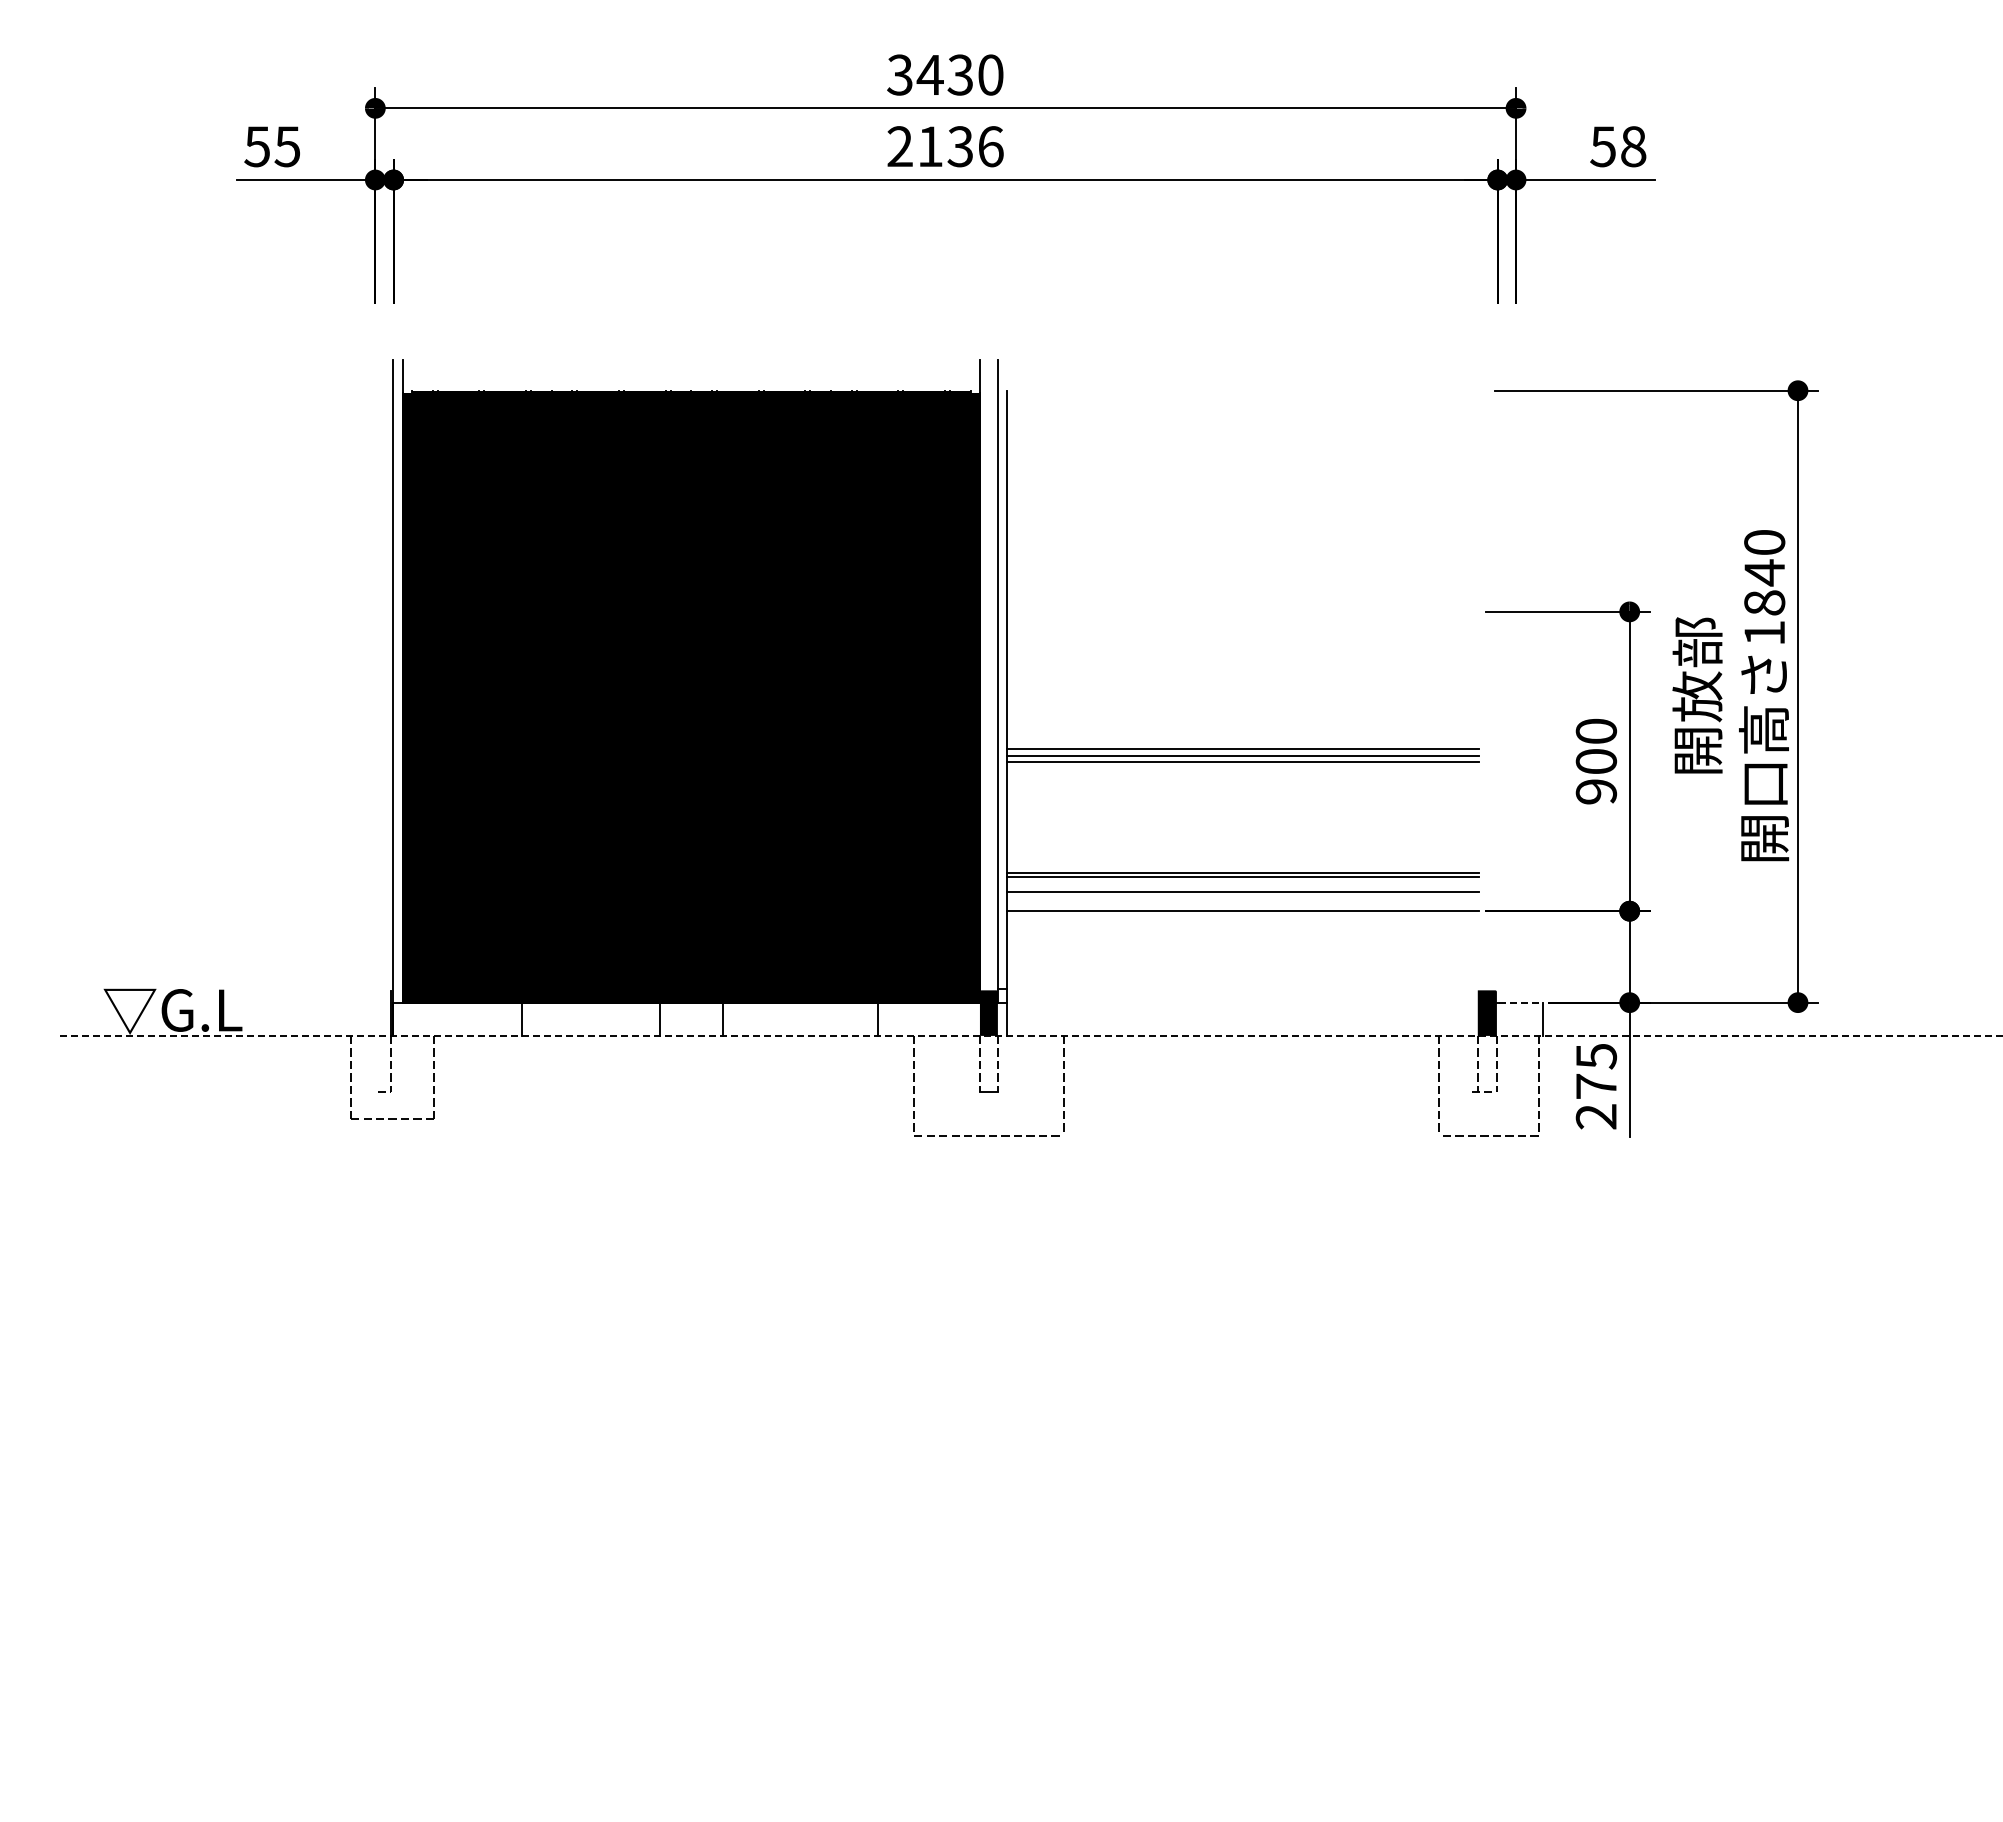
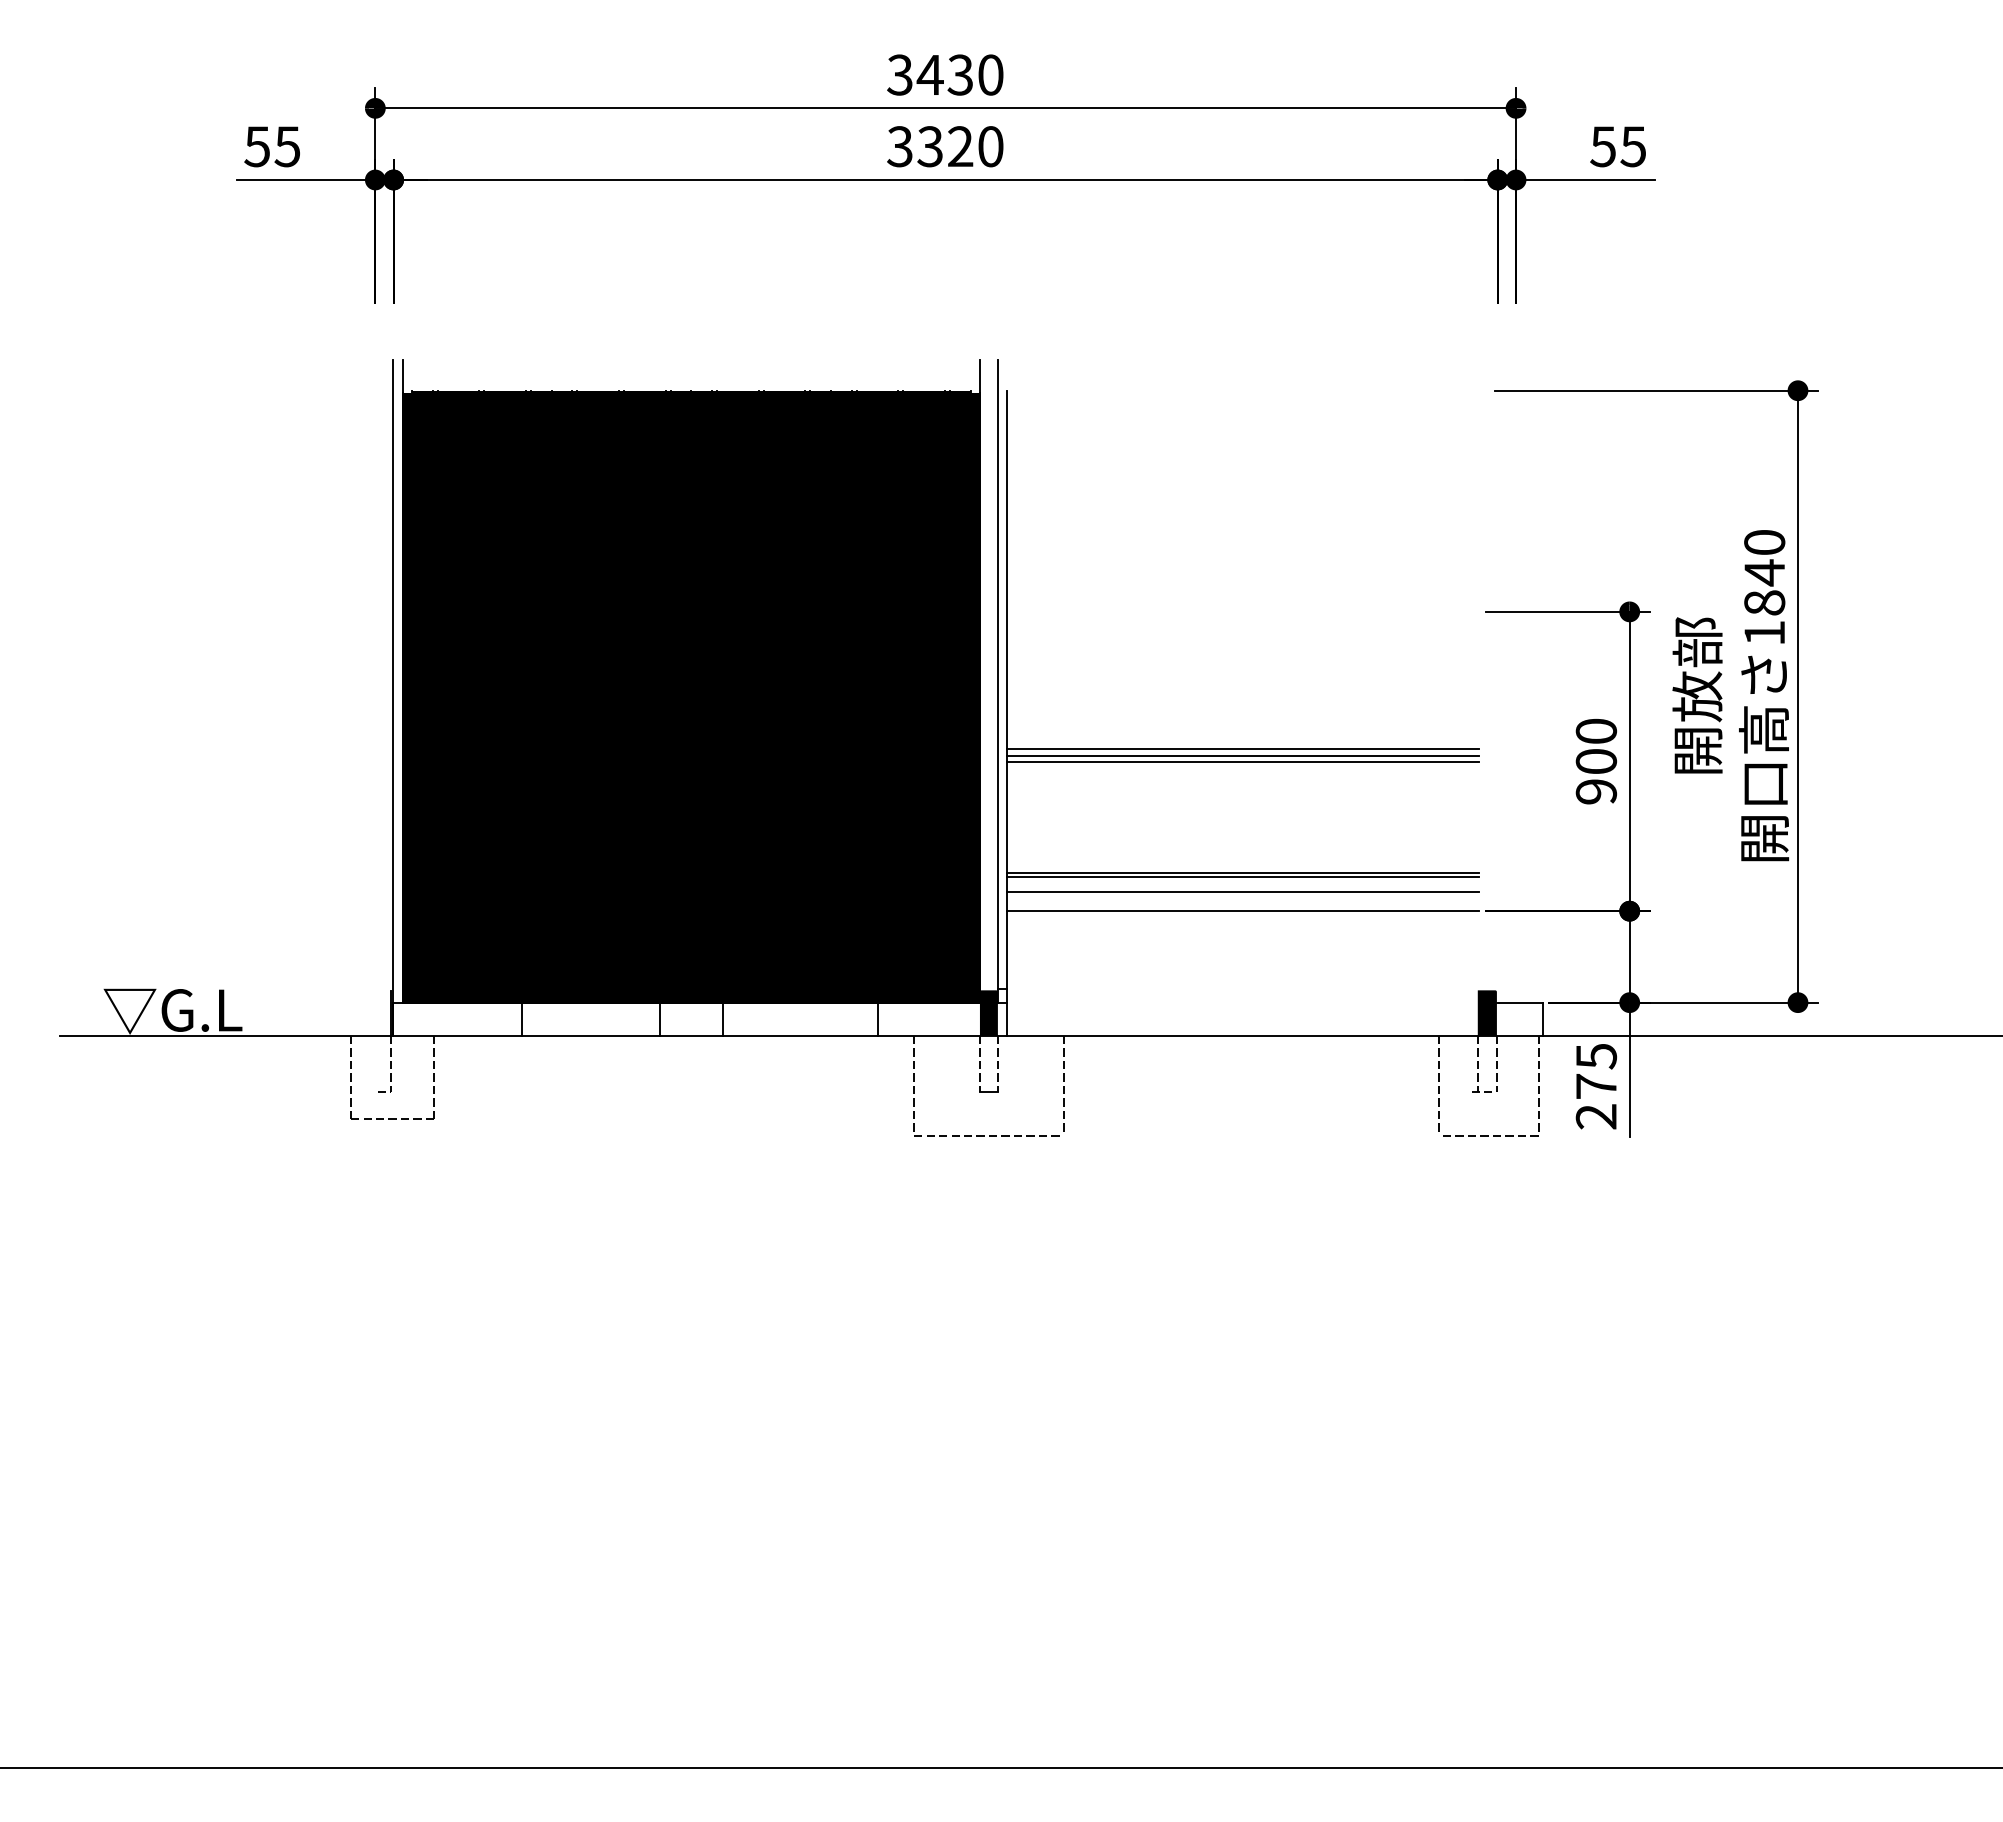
text at (945, 146): 2136 -> 3320
text at (1633, 146): 58 -> 55
line at (1520, 1002): dashed -> solid
line at (1031, 1035): dashed -> solid
line at (1000, 1767): none -> present
